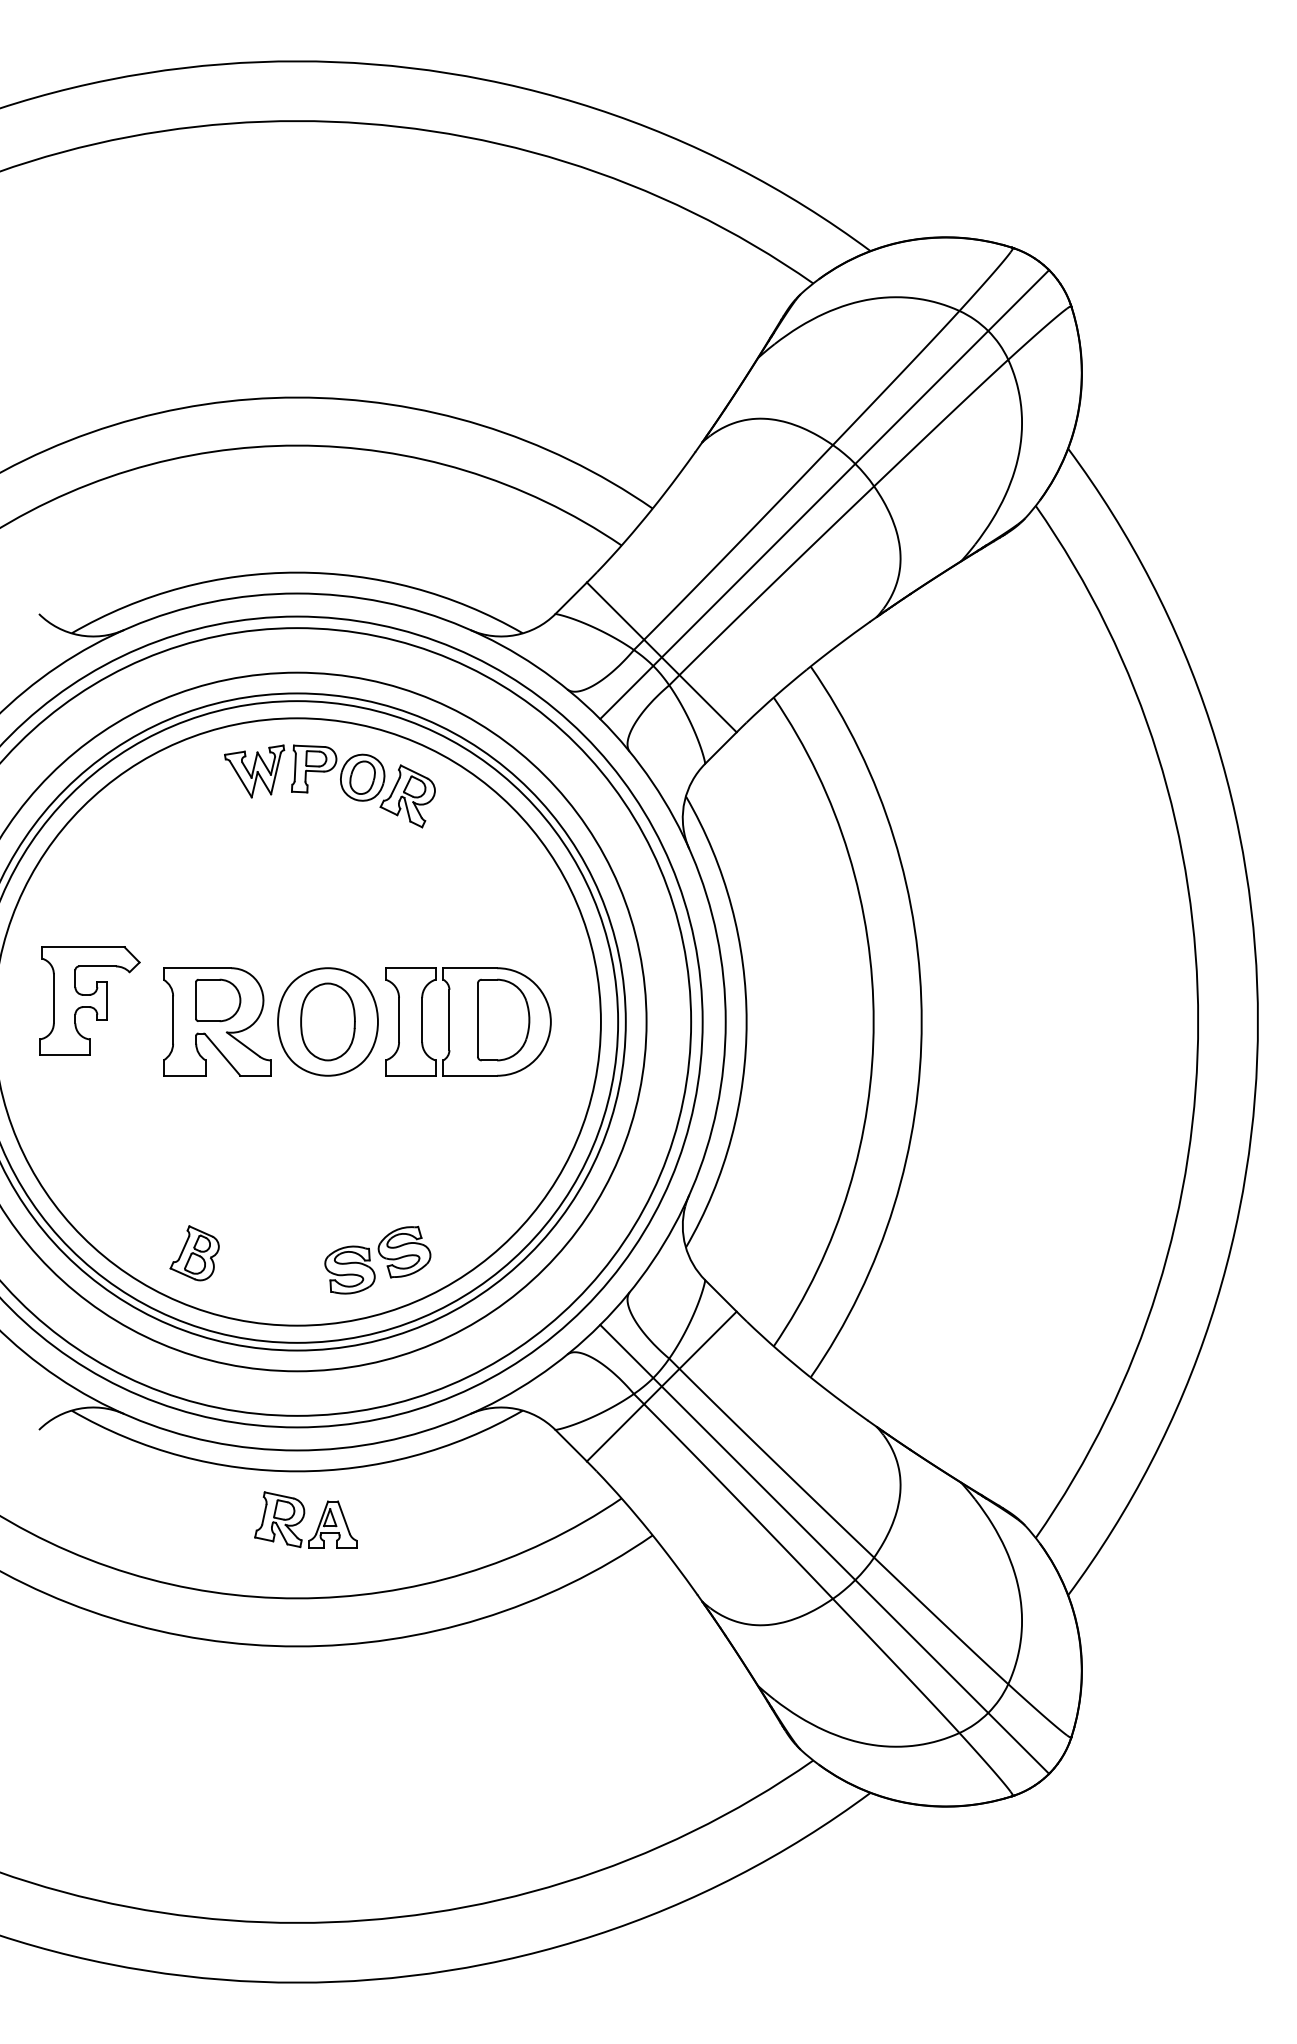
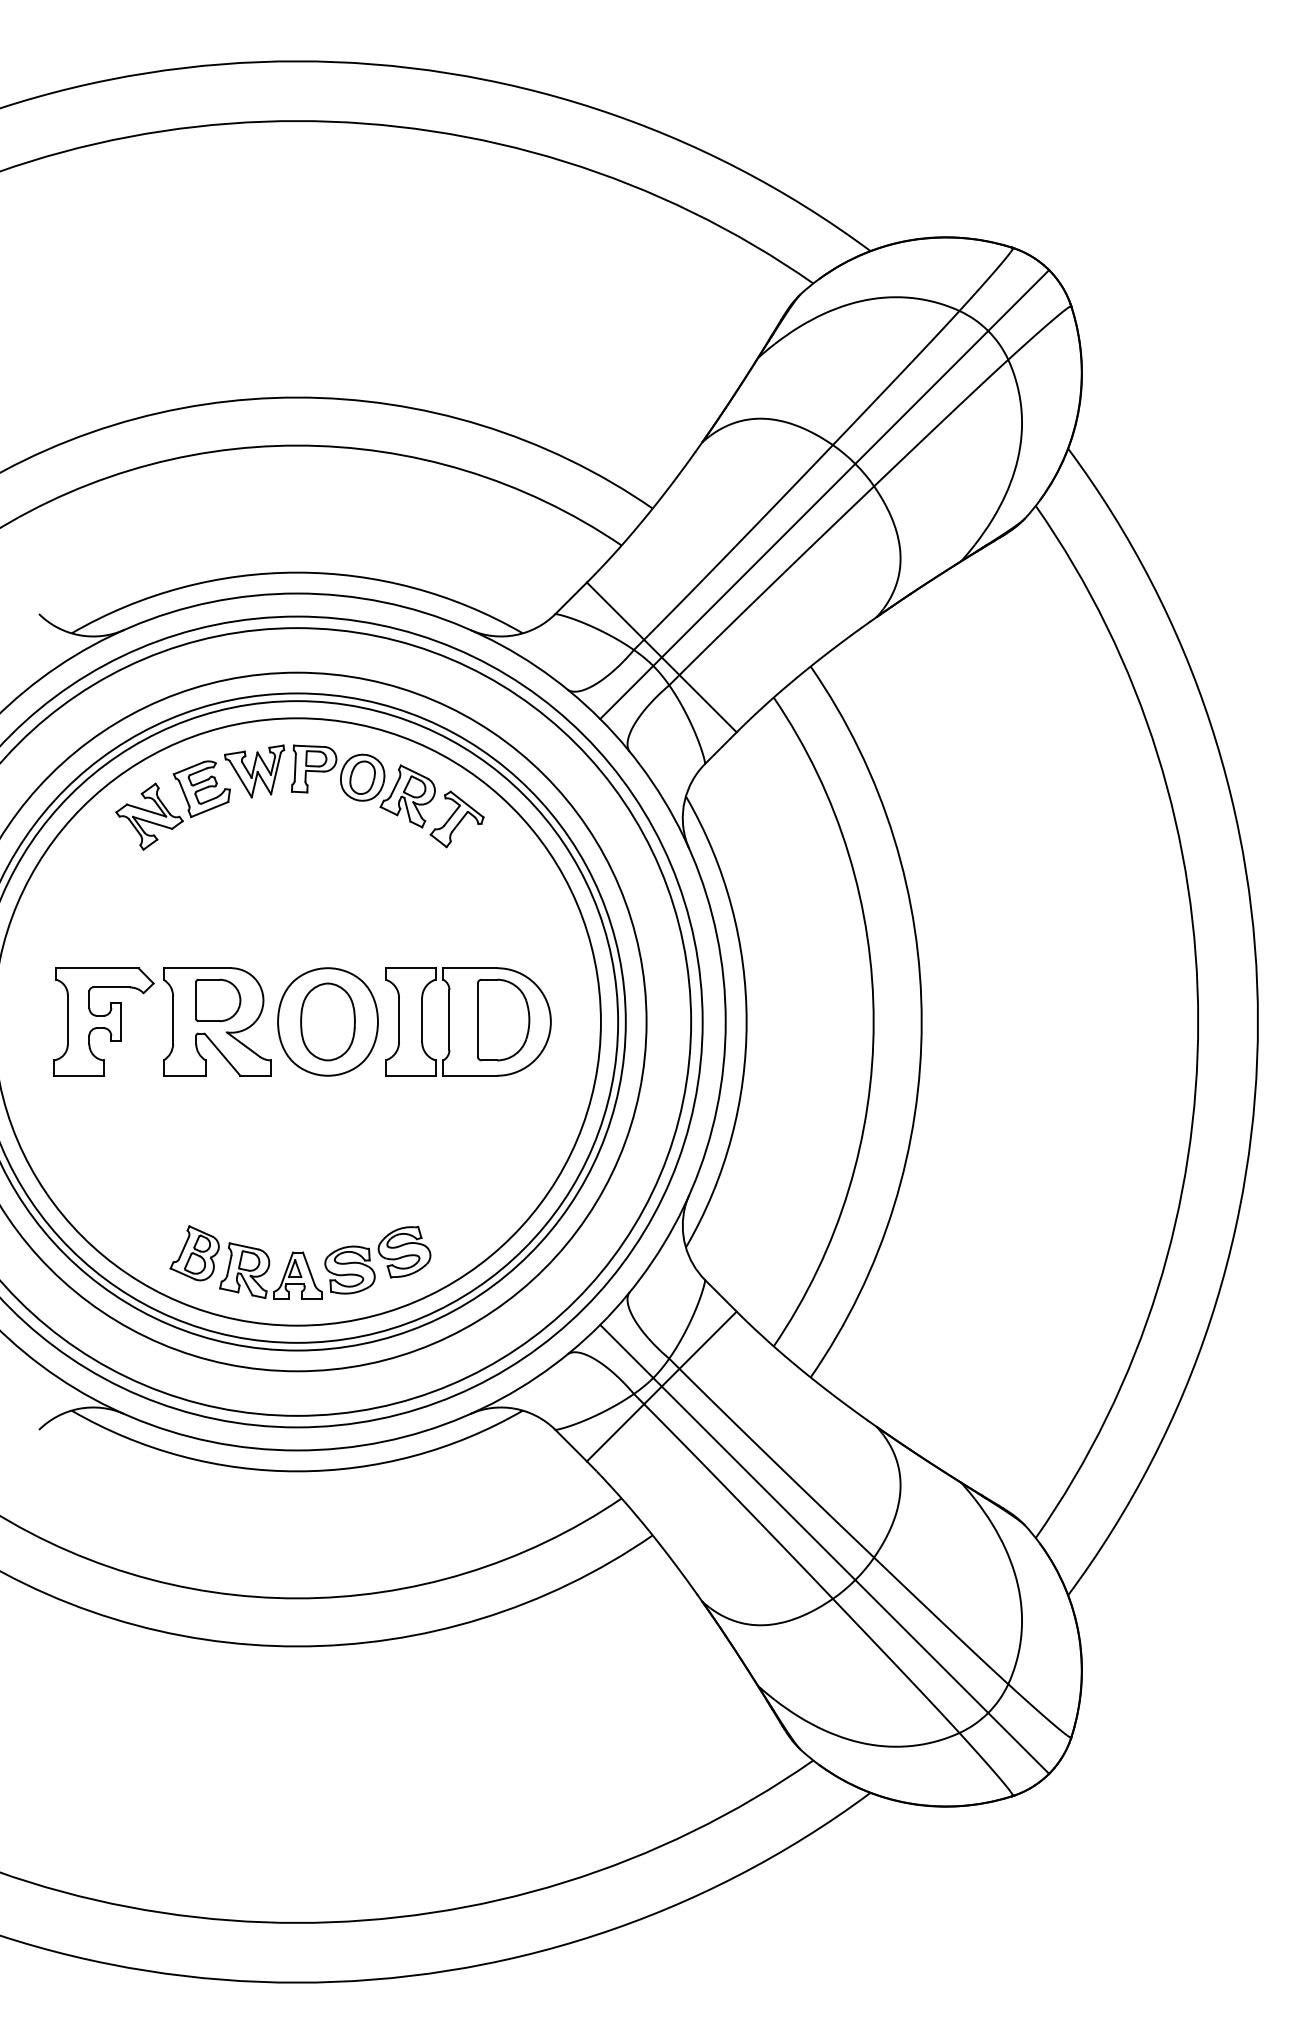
part at (172, 805): none -> present
part at (456, 819): none -> present
part at (89, 1000) position: (89, 1000) -> (103, 1021)
part at (305, 1519) position: (305, 1519) -> (270, 1270)
